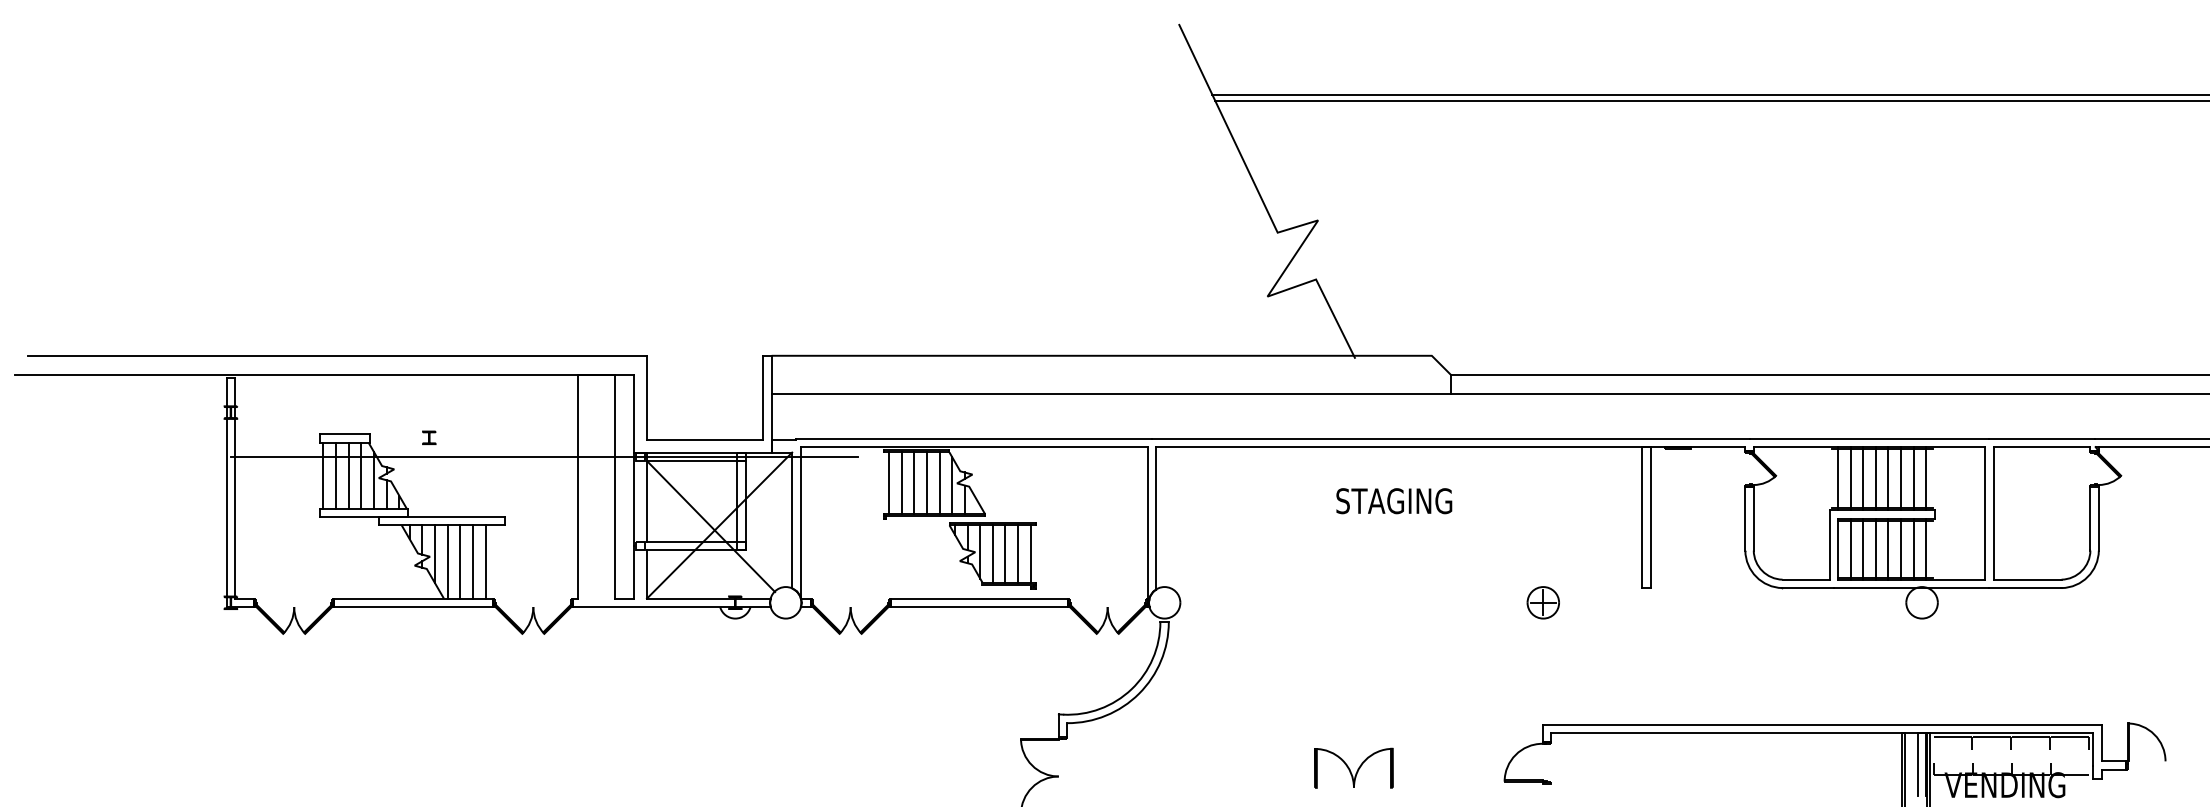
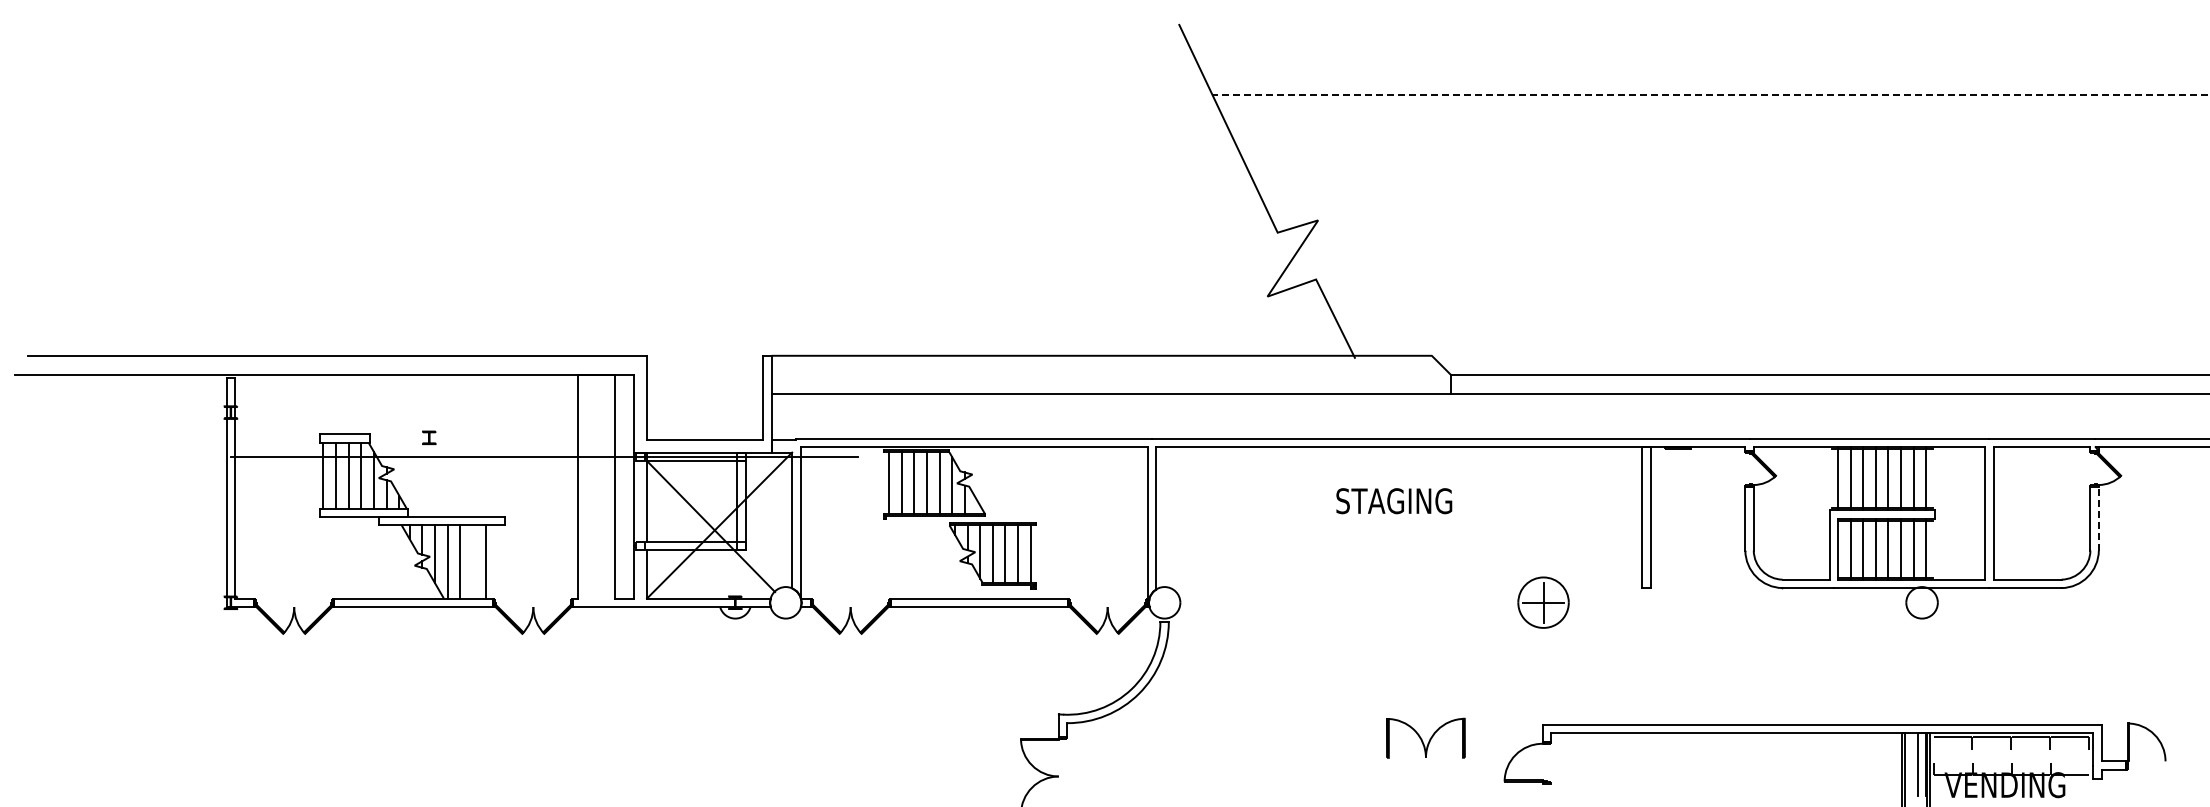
line at (1710, 94): solid -> dashed
line at (1710, 100): present -> none
line at (2098, 518): solid -> dashed
line at (472, 561): present -> none
part at (1542, 602) size: 34x34 px -> 53x53 px
part at (1353, 767) position: (1353, 767) -> (1425, 737)
